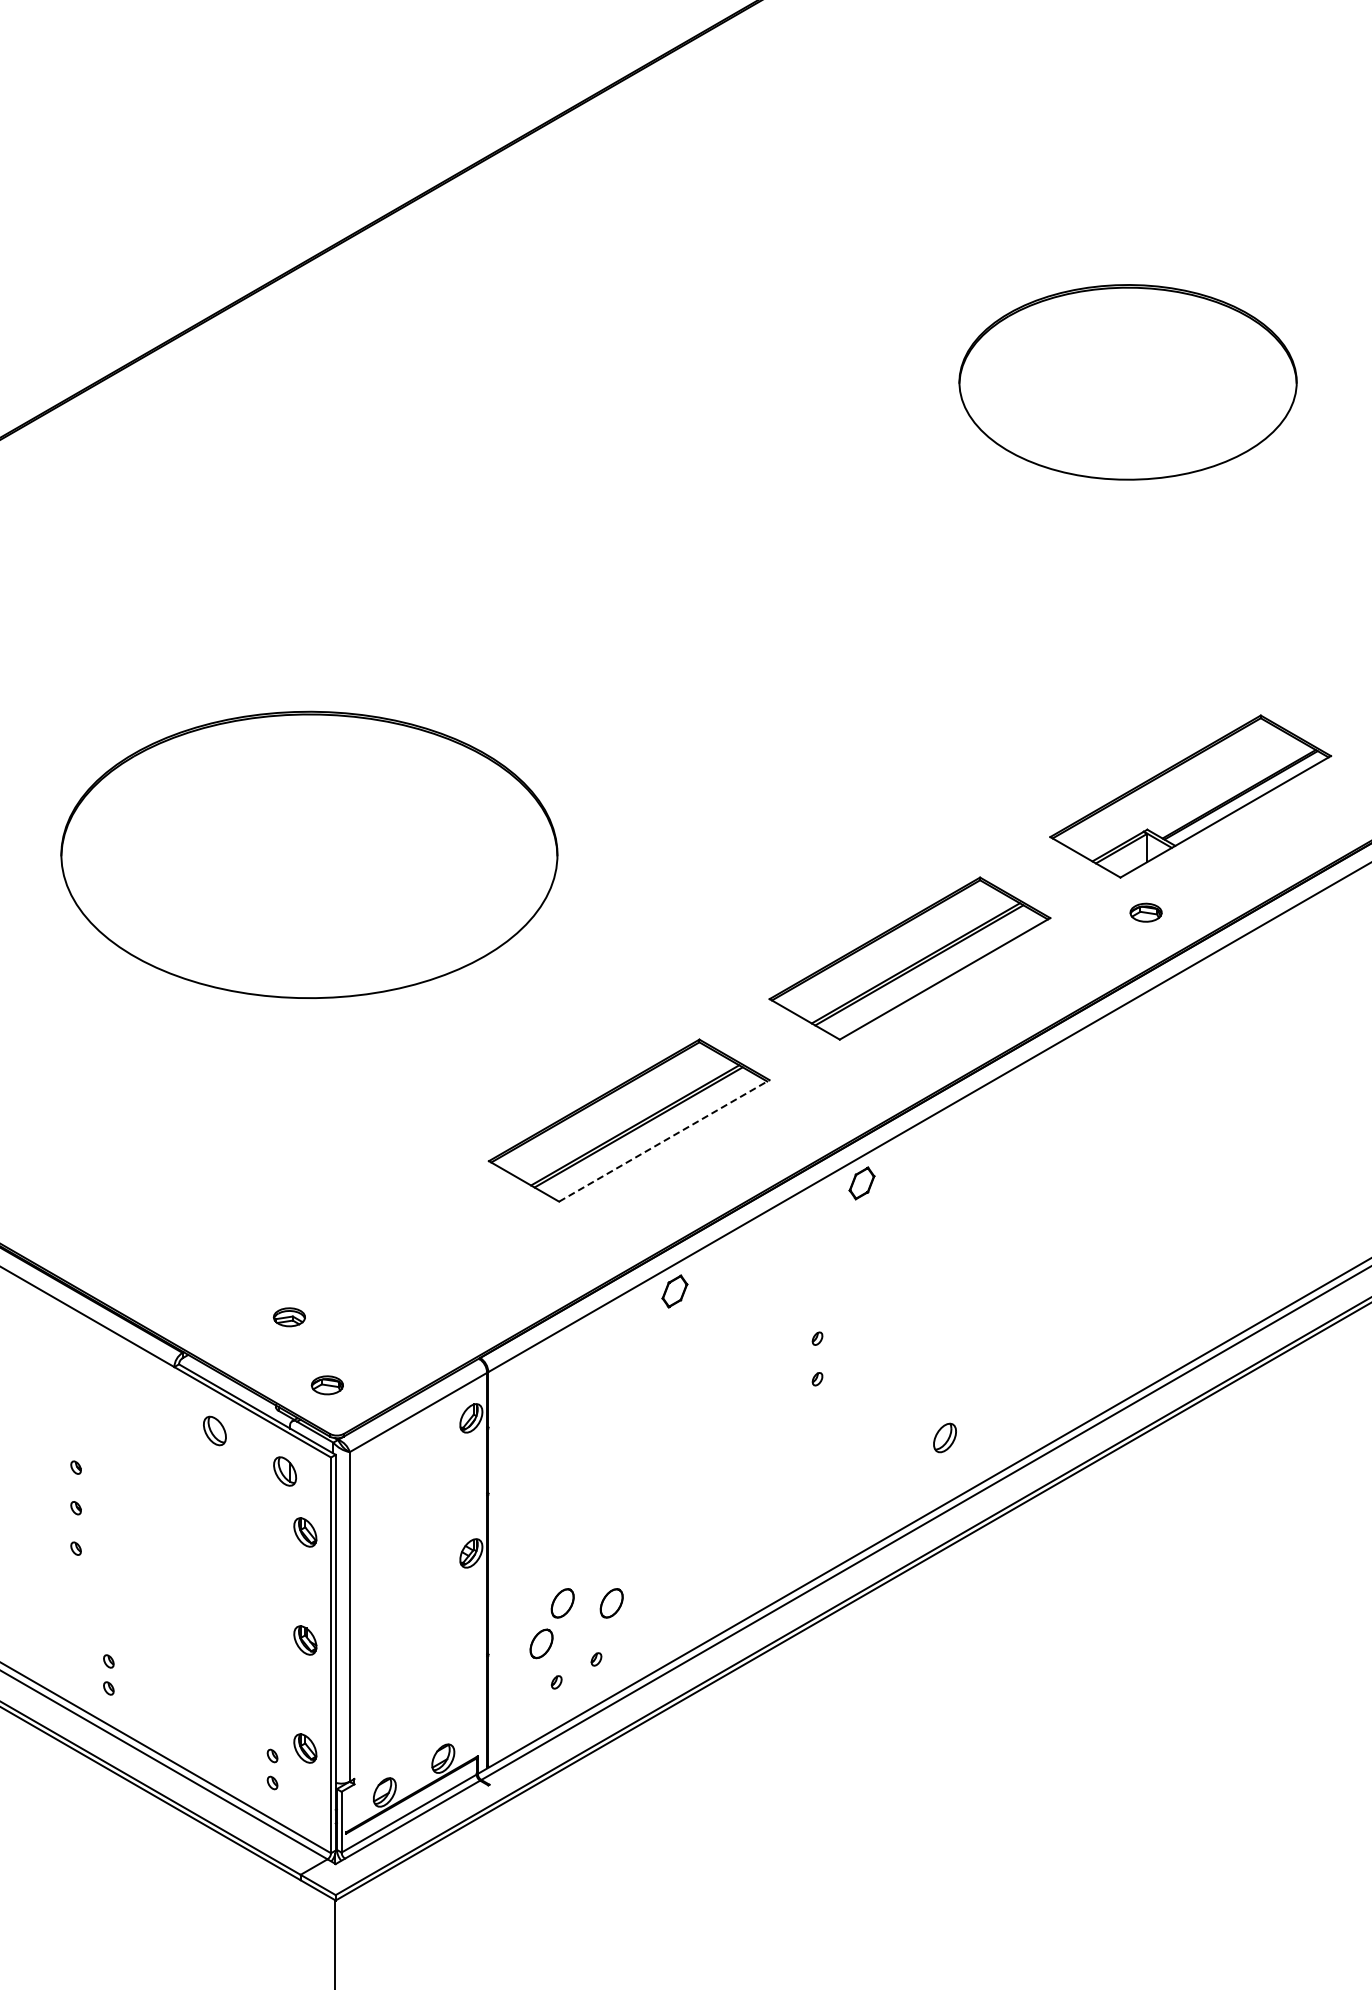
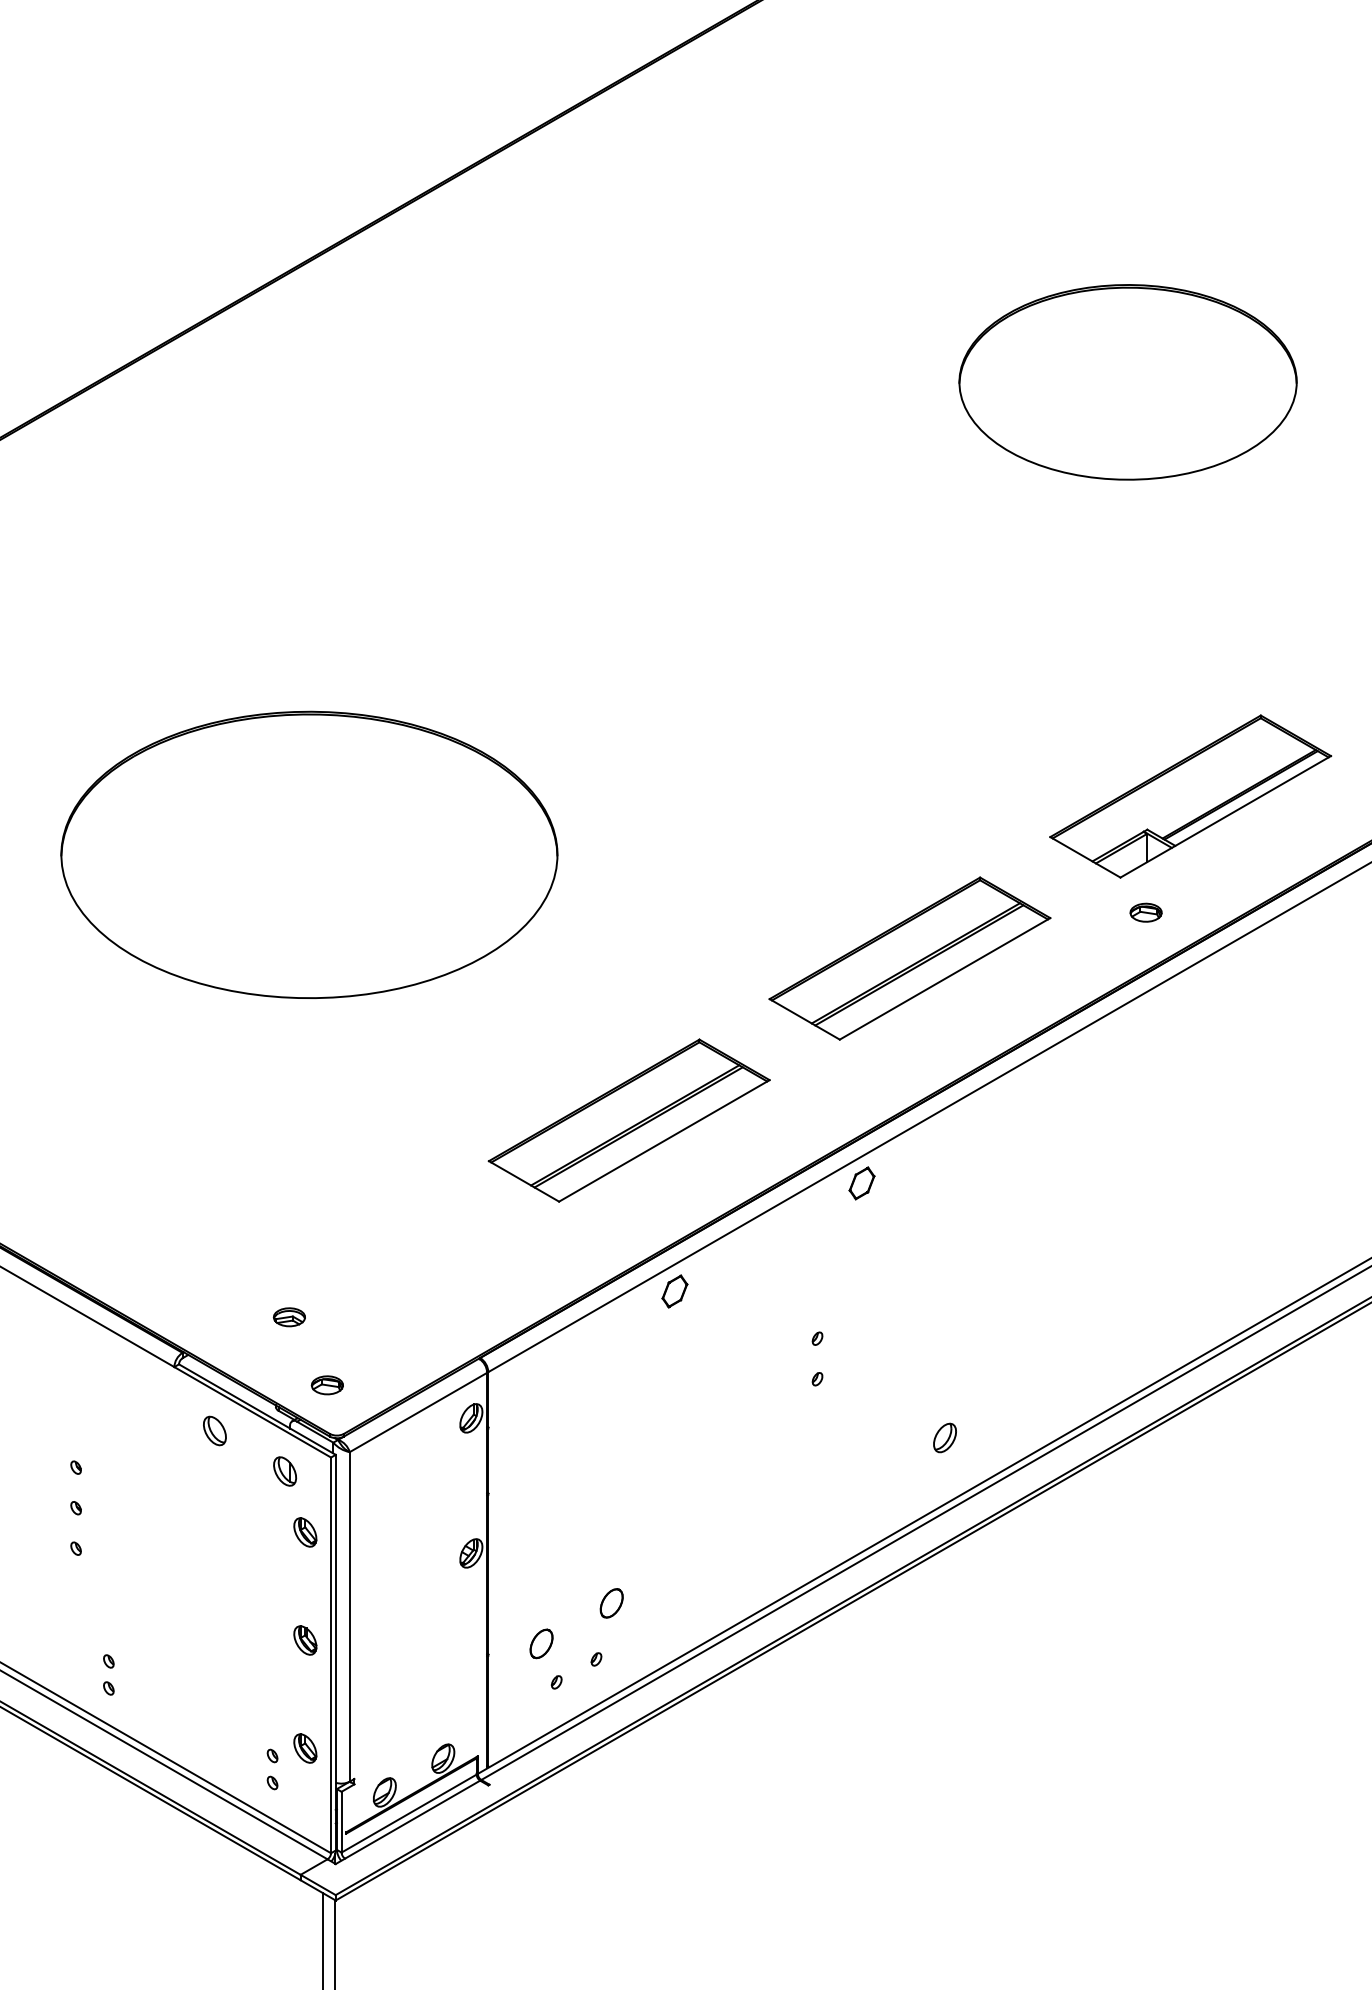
line at (664, 1140): dashed -> solid
part at (562, 1603): present -> none
line at (323, 1939): none -> present
